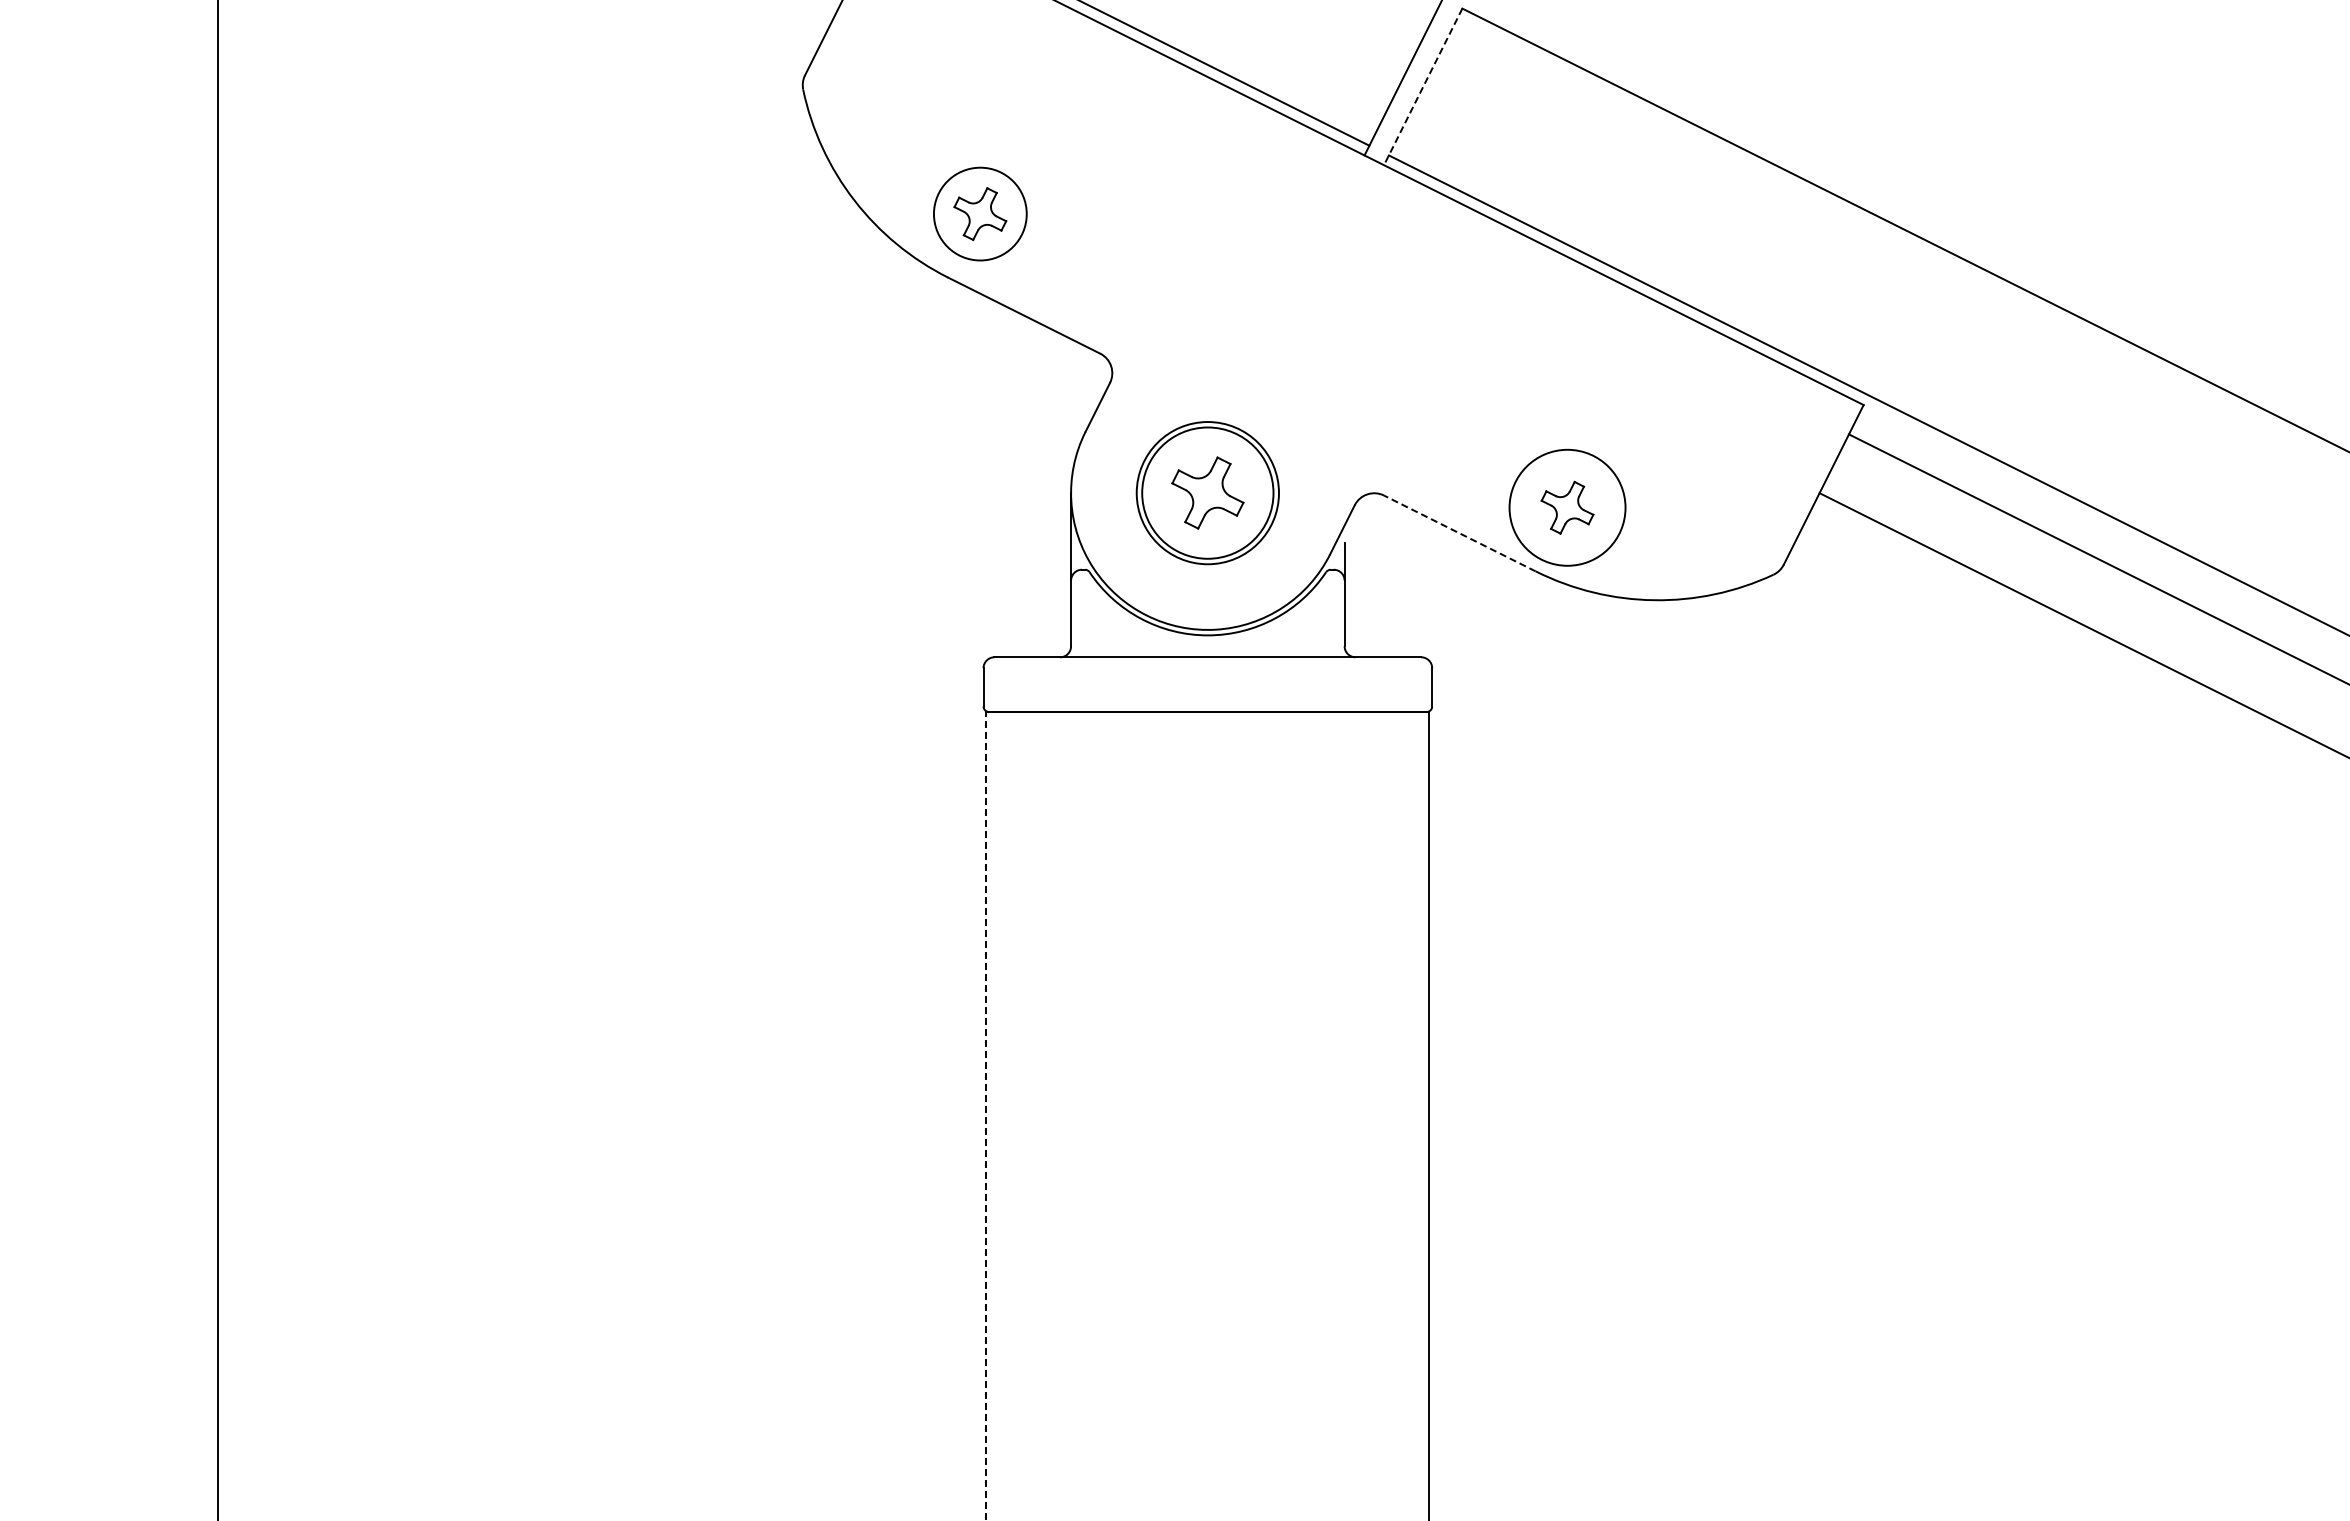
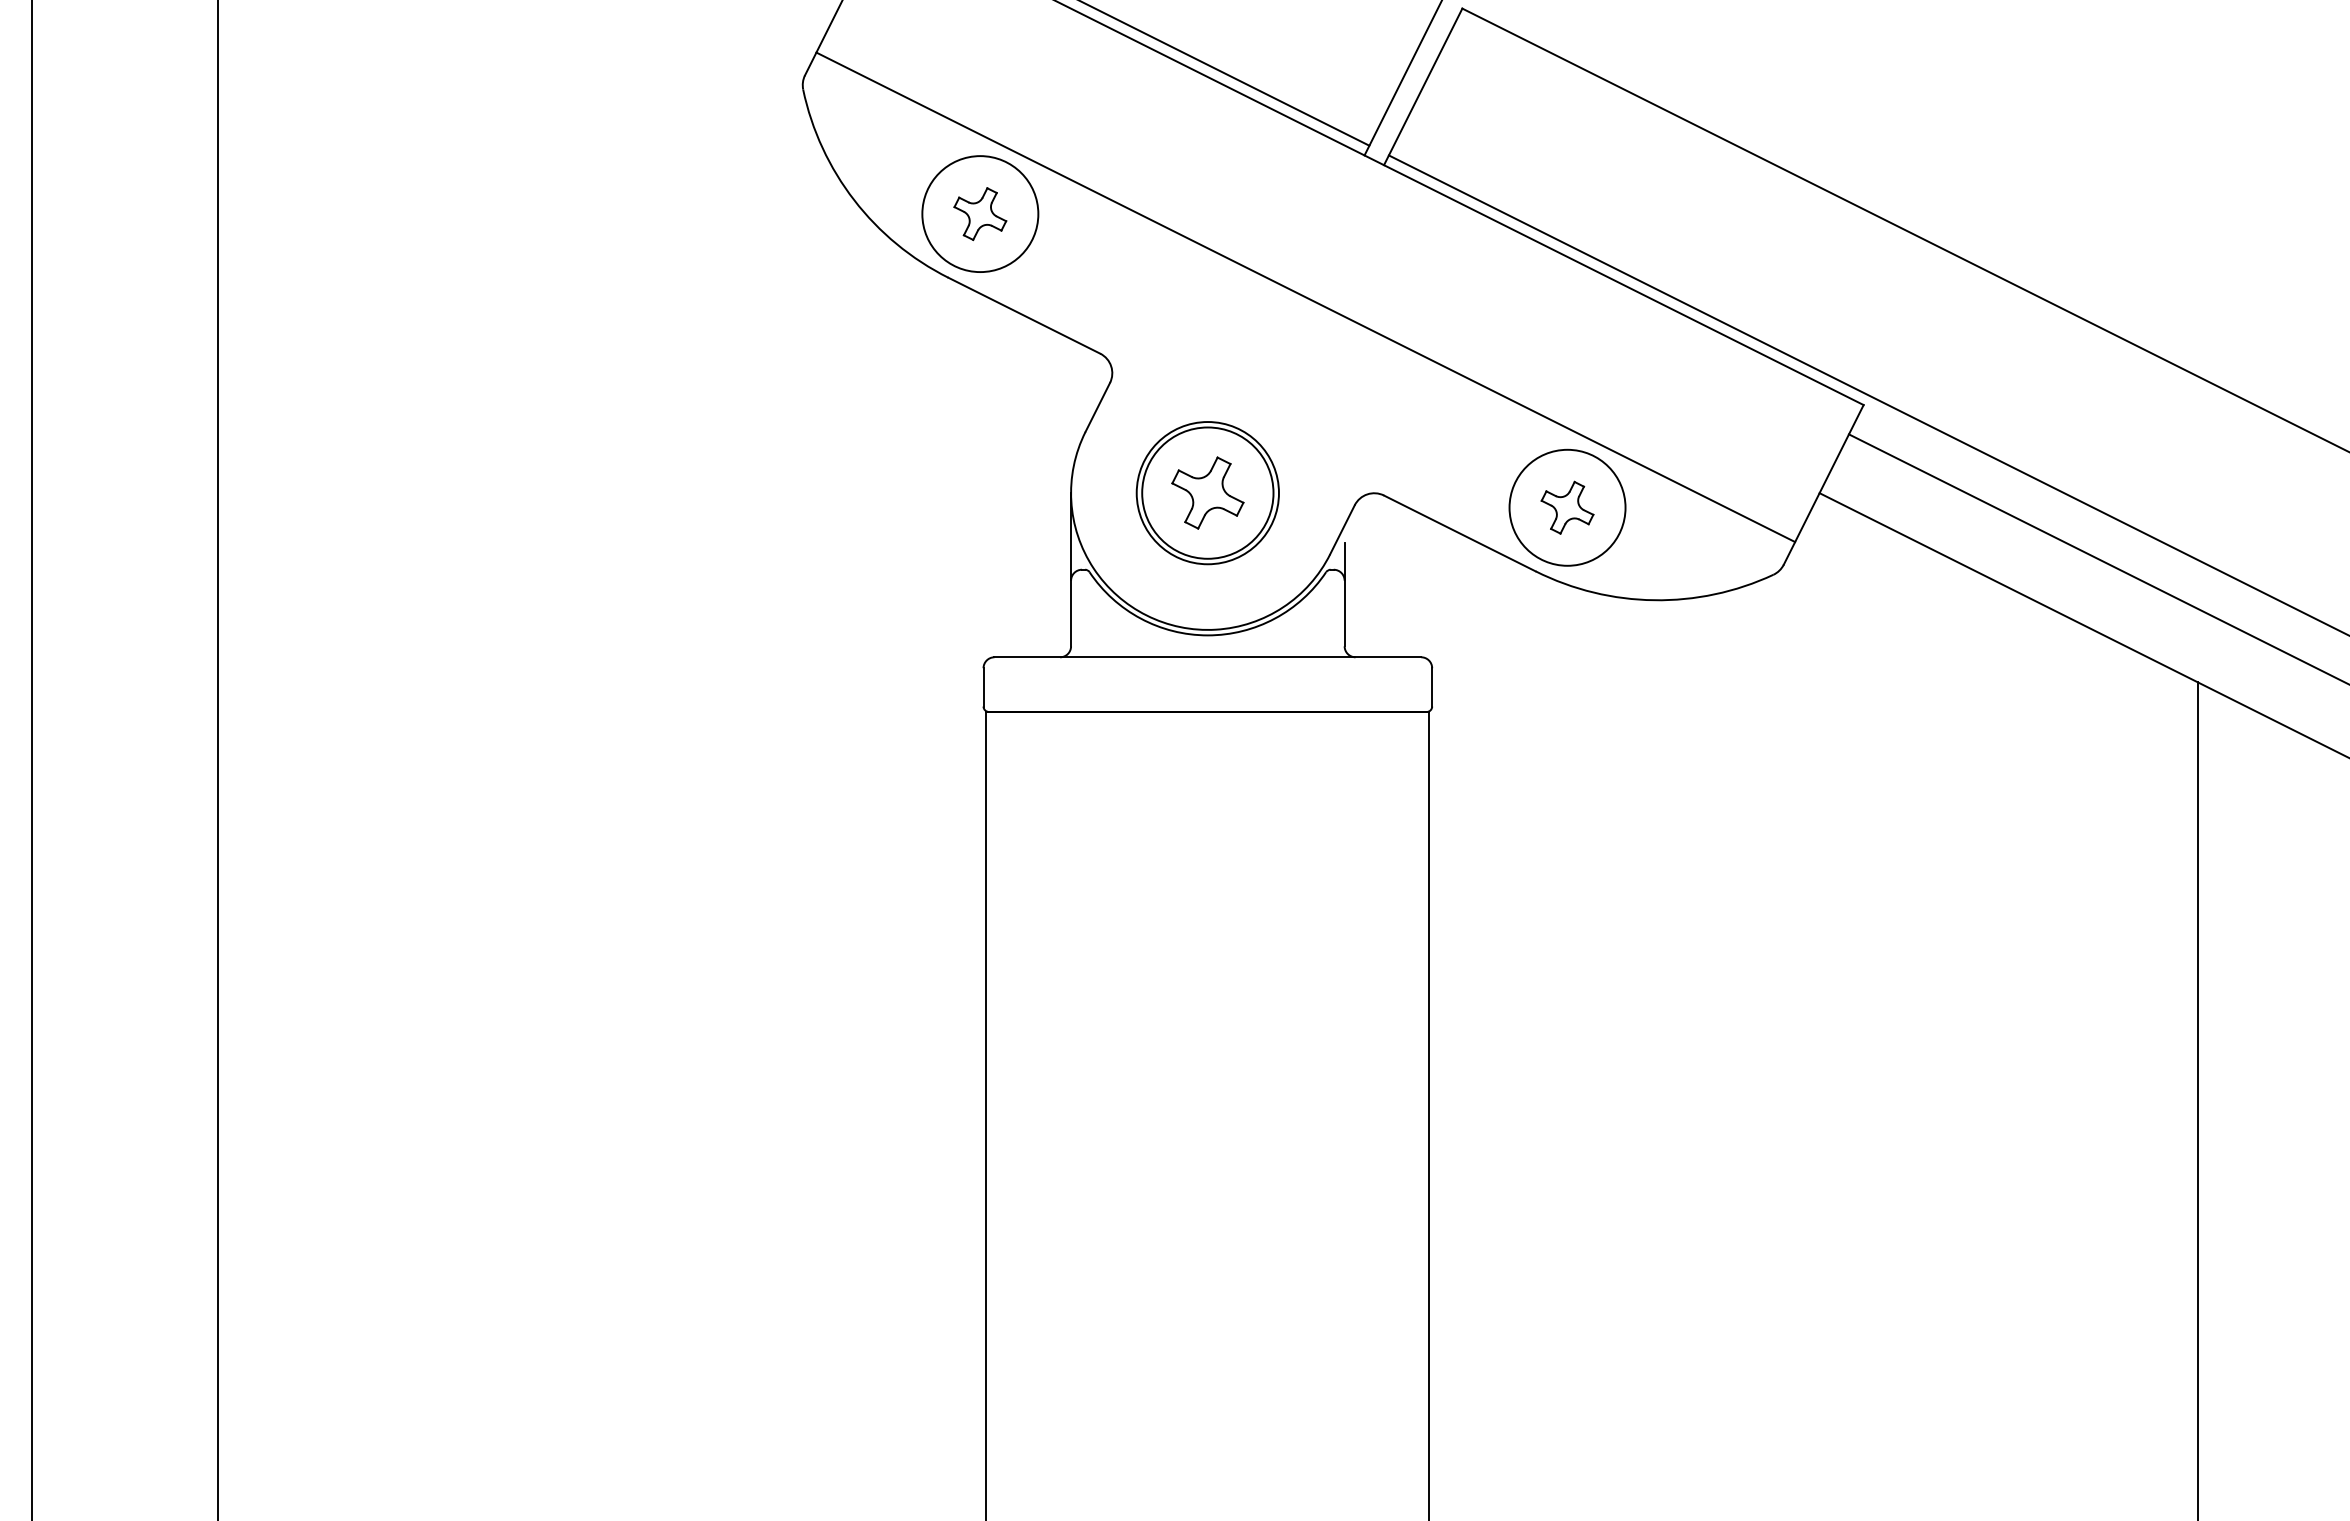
line at (1423, 86): dashed -> solid
circle at (979, 213) diameter: 93 px -> 116 px
line at (1305, 297): none -> present
line at (1459, 533): dashed -> solid
line at (31, 759): none -> present
line at (2198, 1099): none -> present
line at (986, 1116): dashed -> solid
